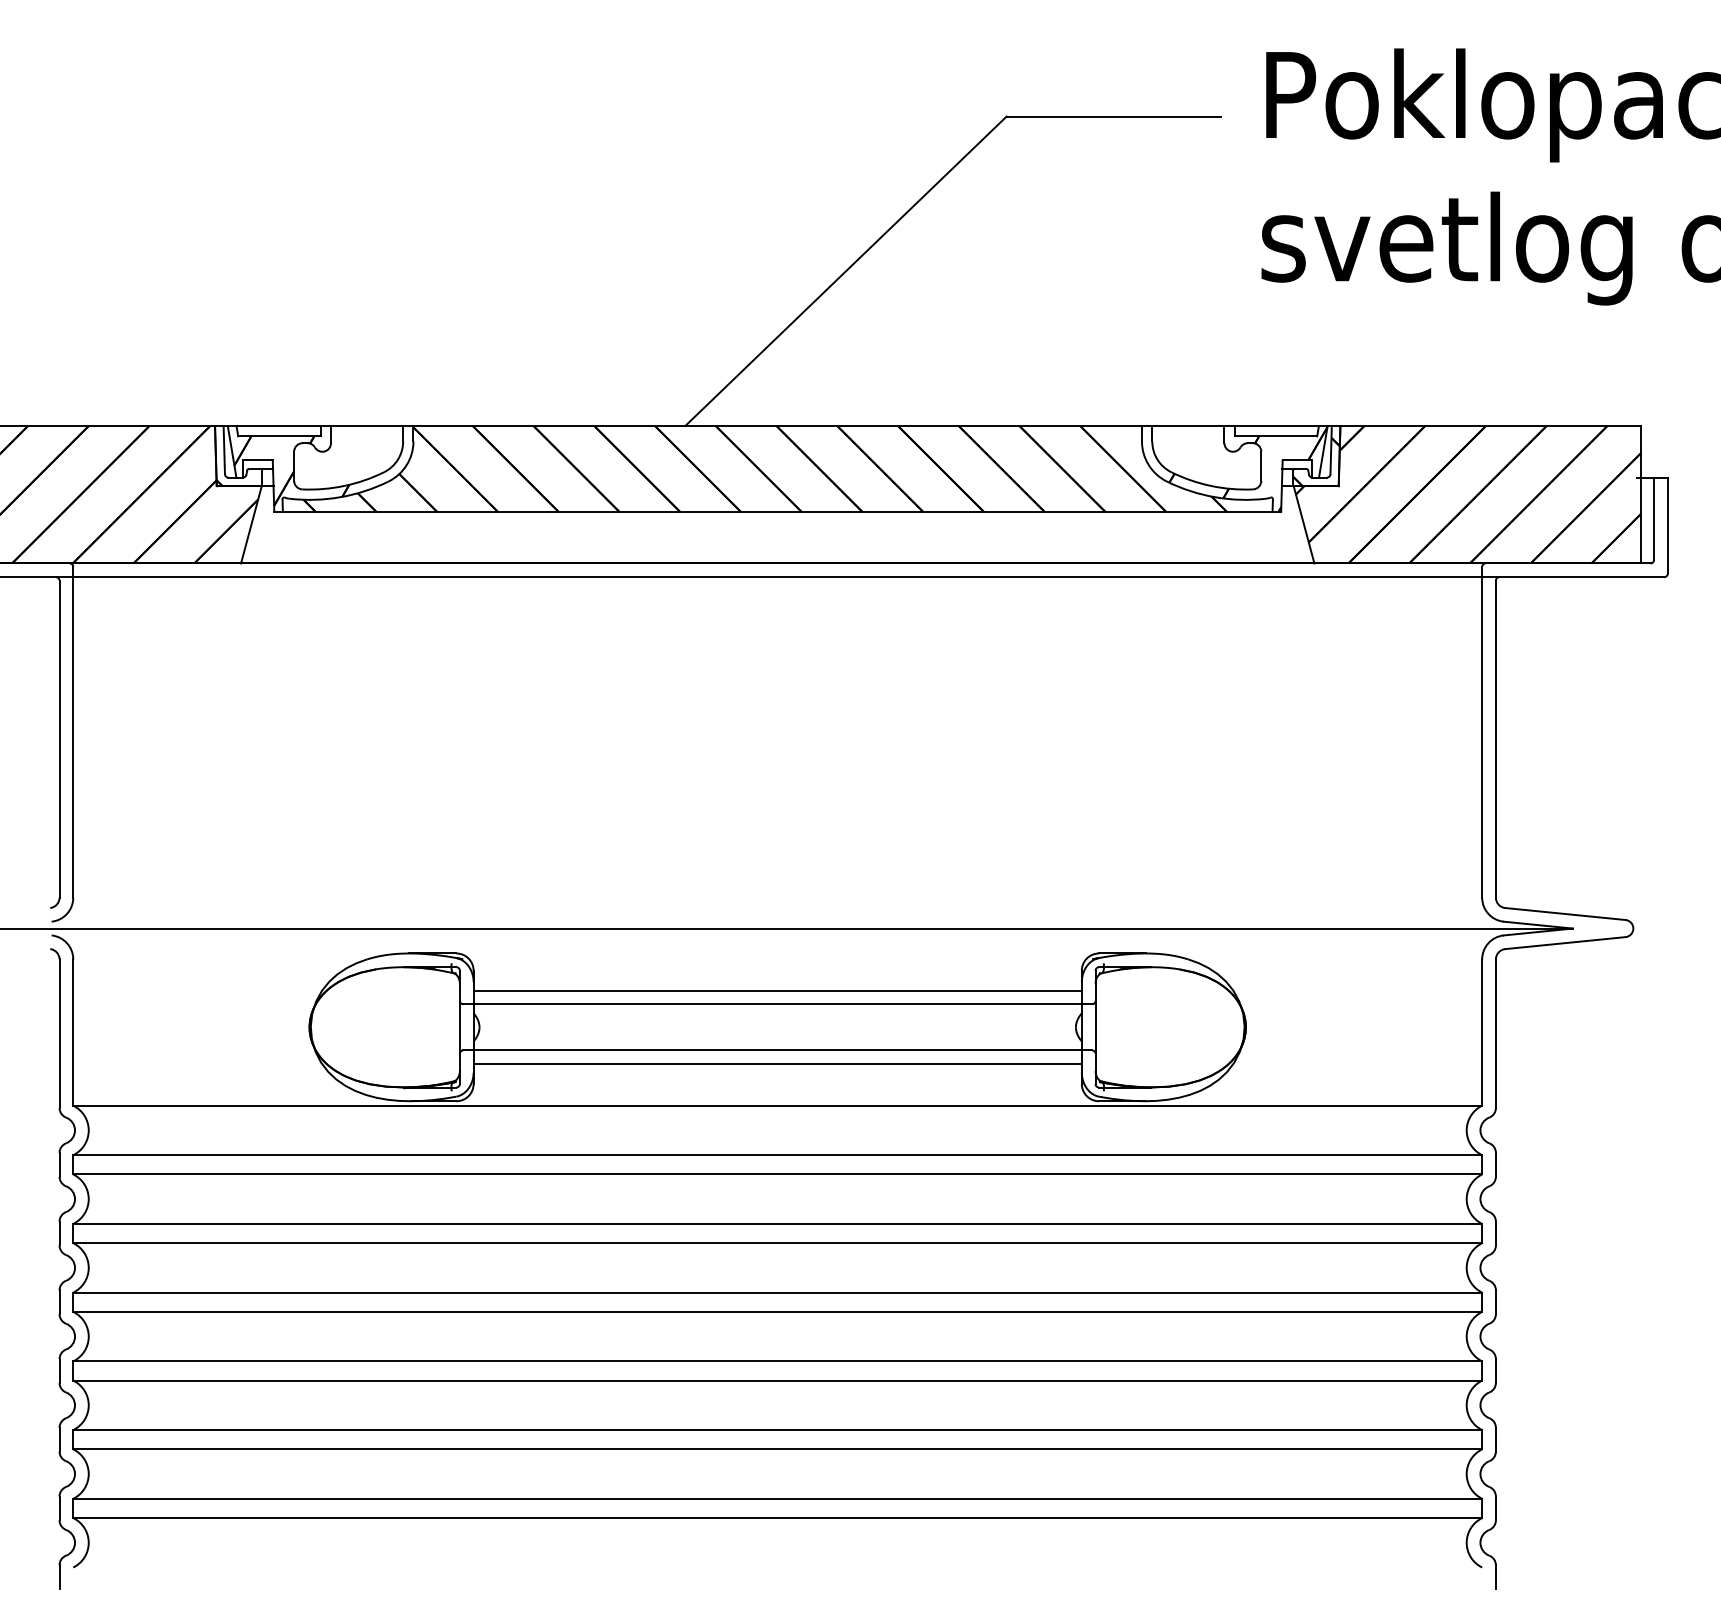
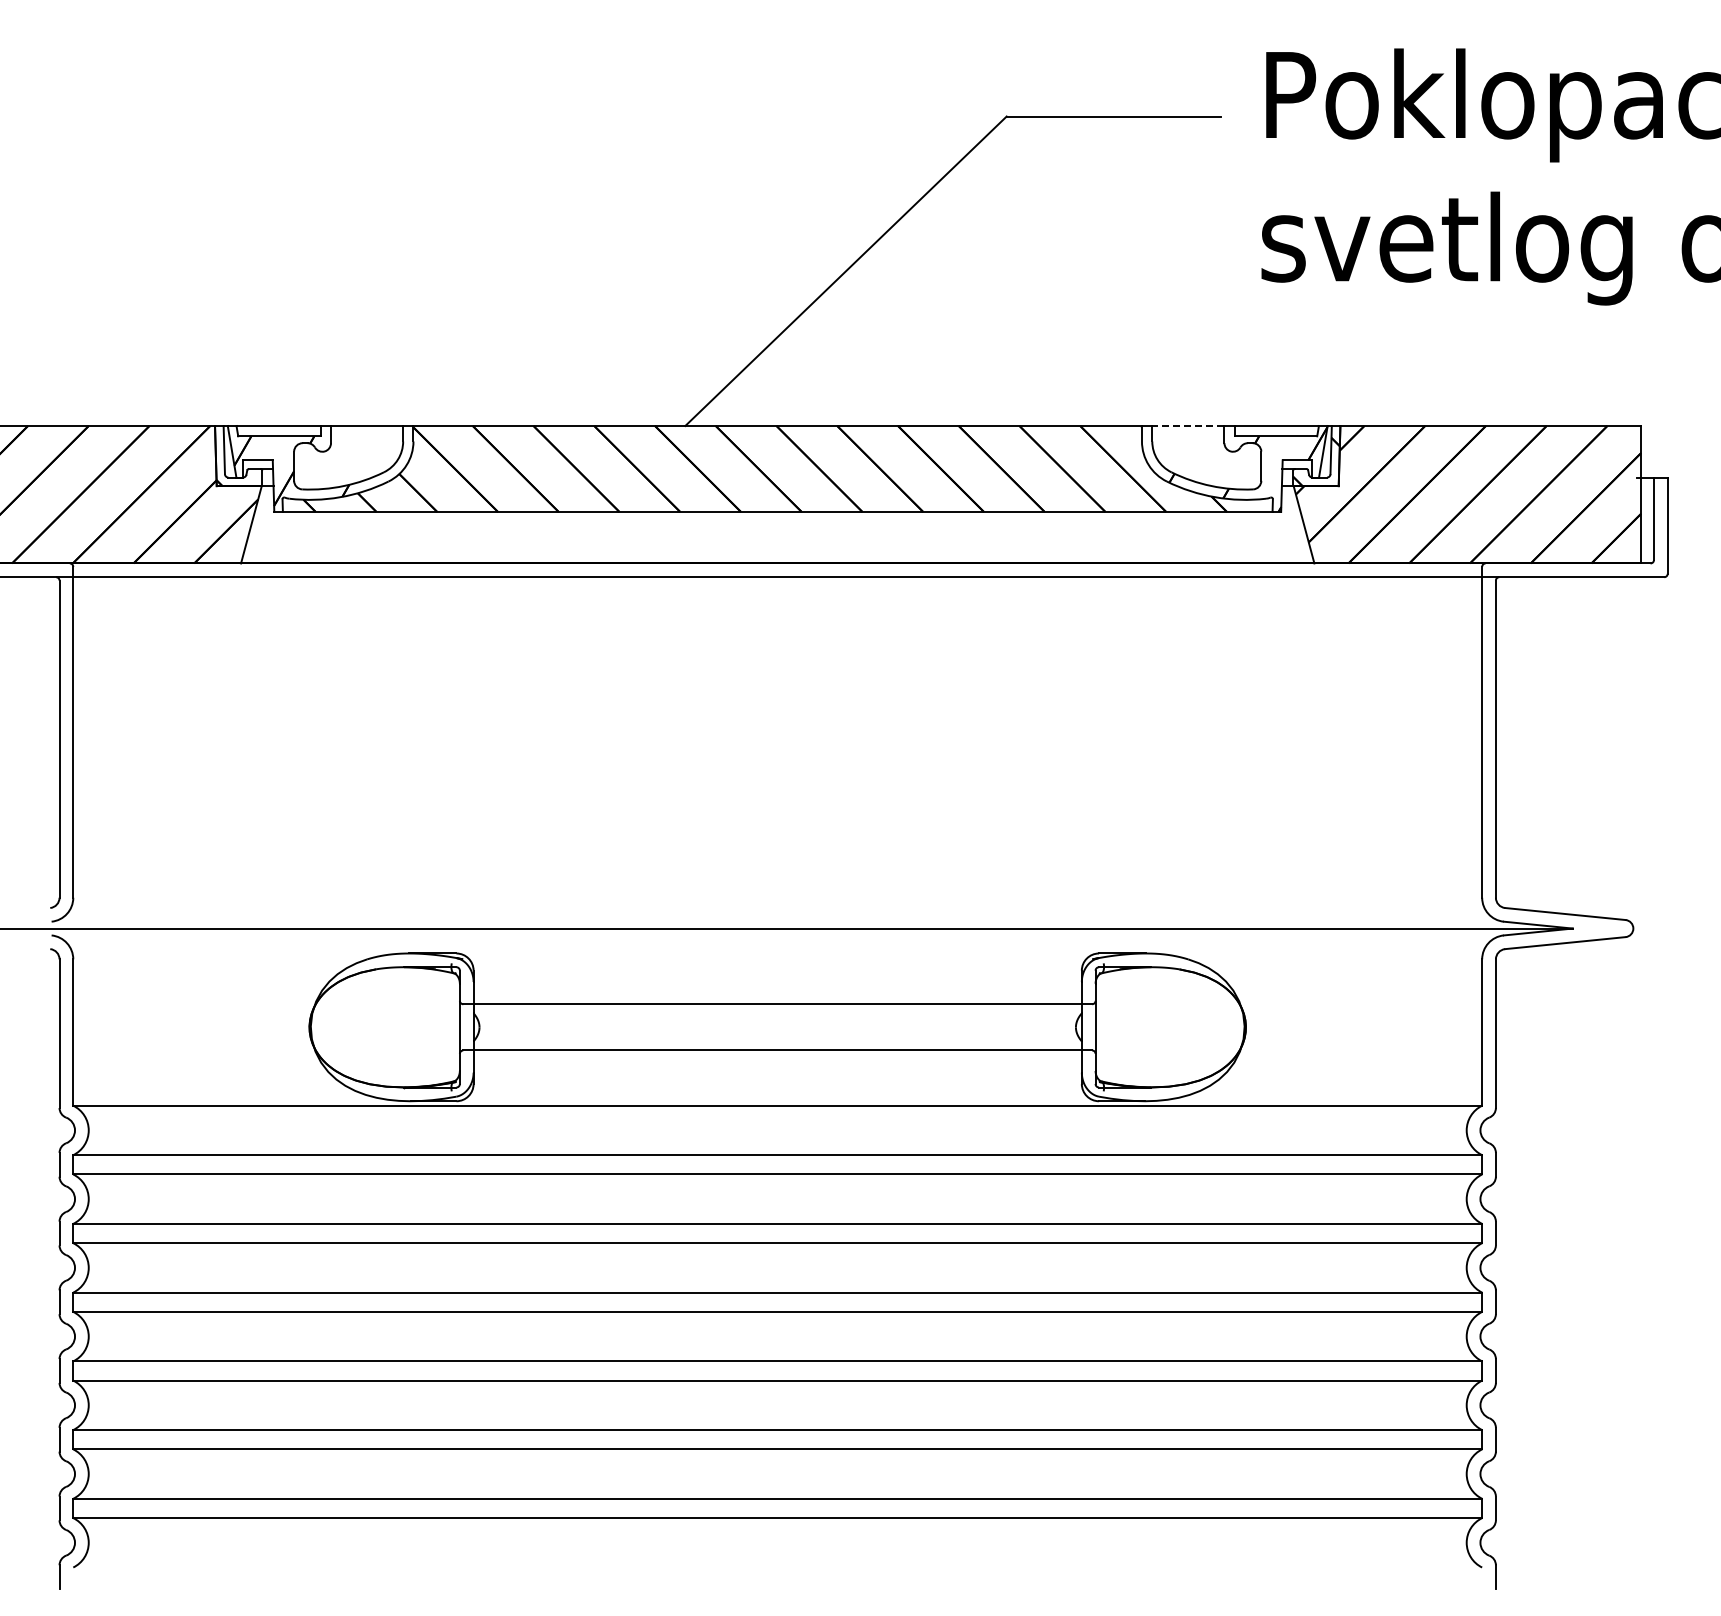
line at (1187, 426): solid -> dashed
line at (777, 990): present -> none
line at (777, 1064): present -> none
